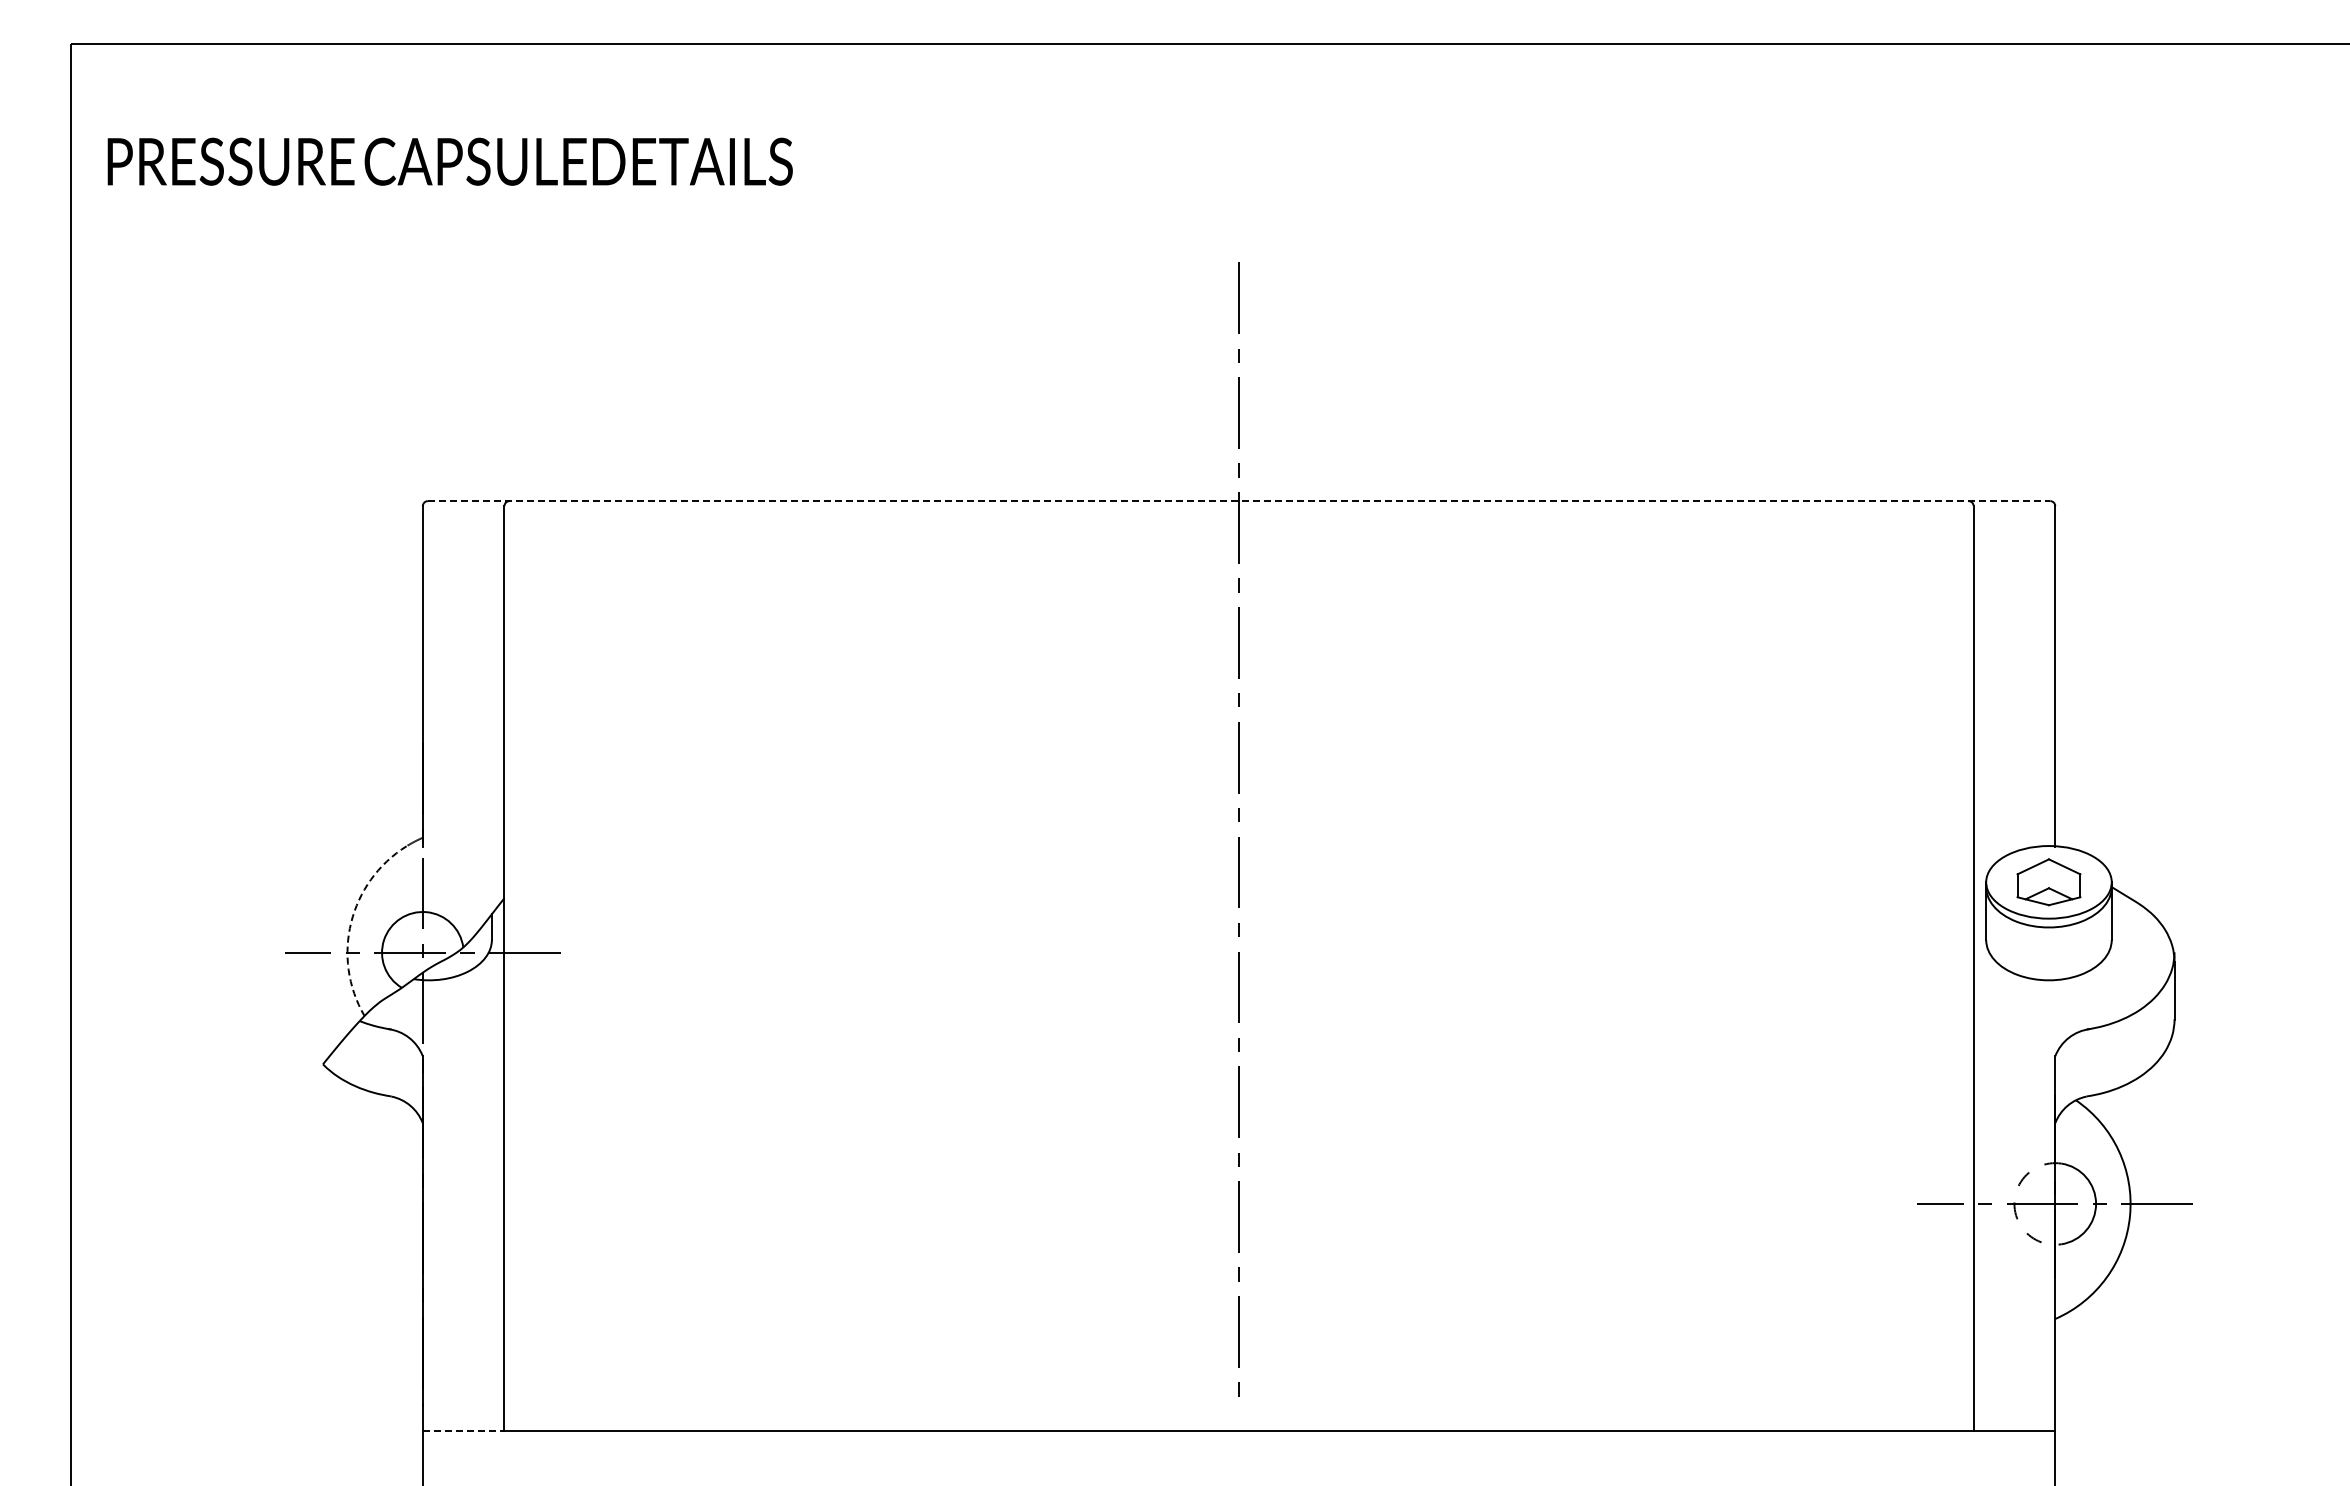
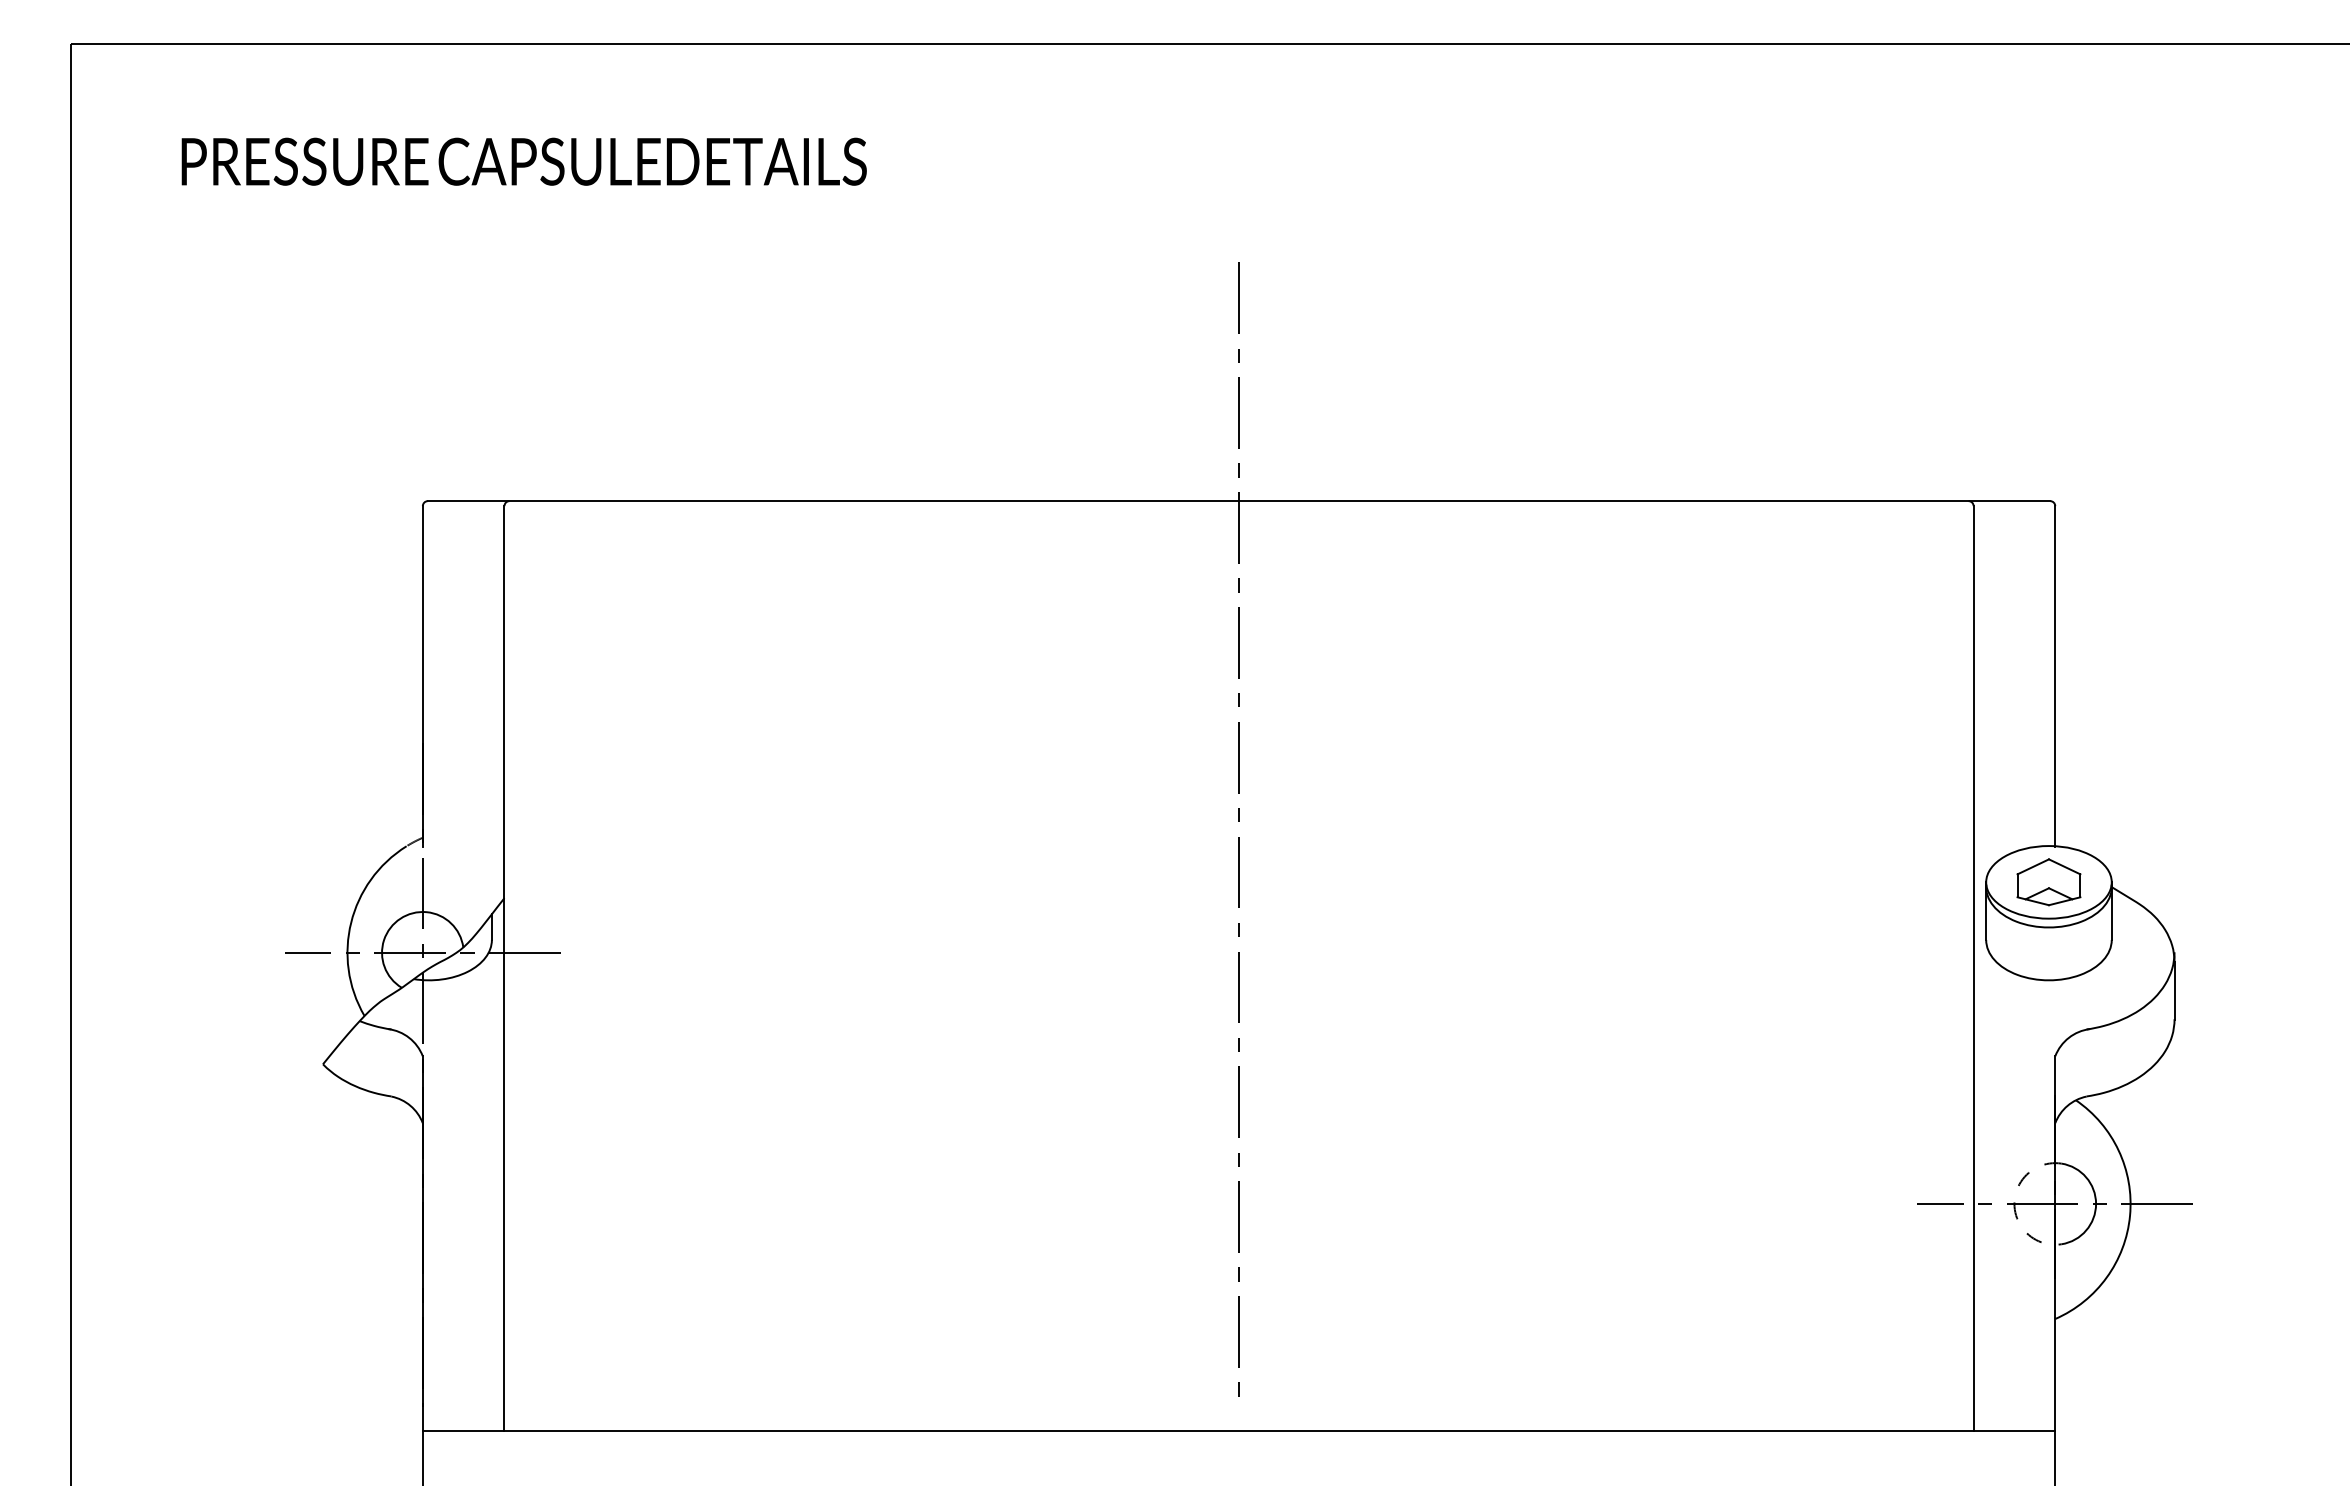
text at (449, 161) position: (449, 161) -> (523, 161)
line at (1239, 501): dashed -> solid
arc at (351, 922): dashed -> solid
line at (463, 1430): dashed -> solid
